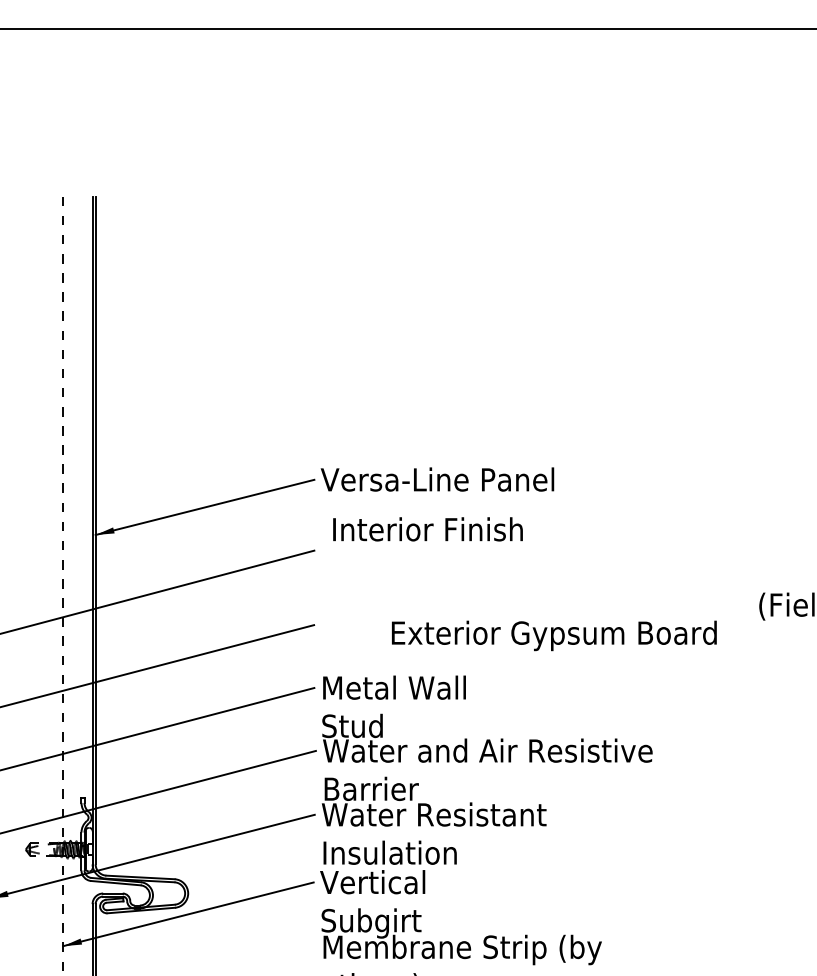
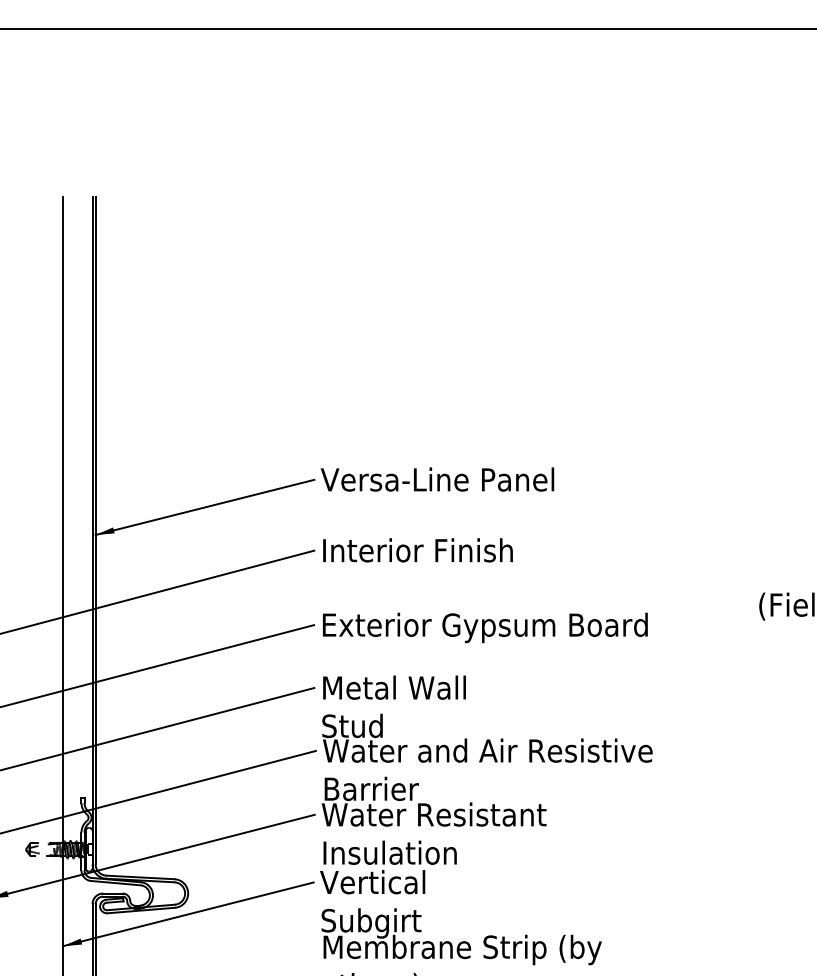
text at (427, 529) position: (427, 529) -> (417, 550)
line at (63, 586): dashed -> solid
text at (554, 635) position: (554, 635) -> (485, 627)
